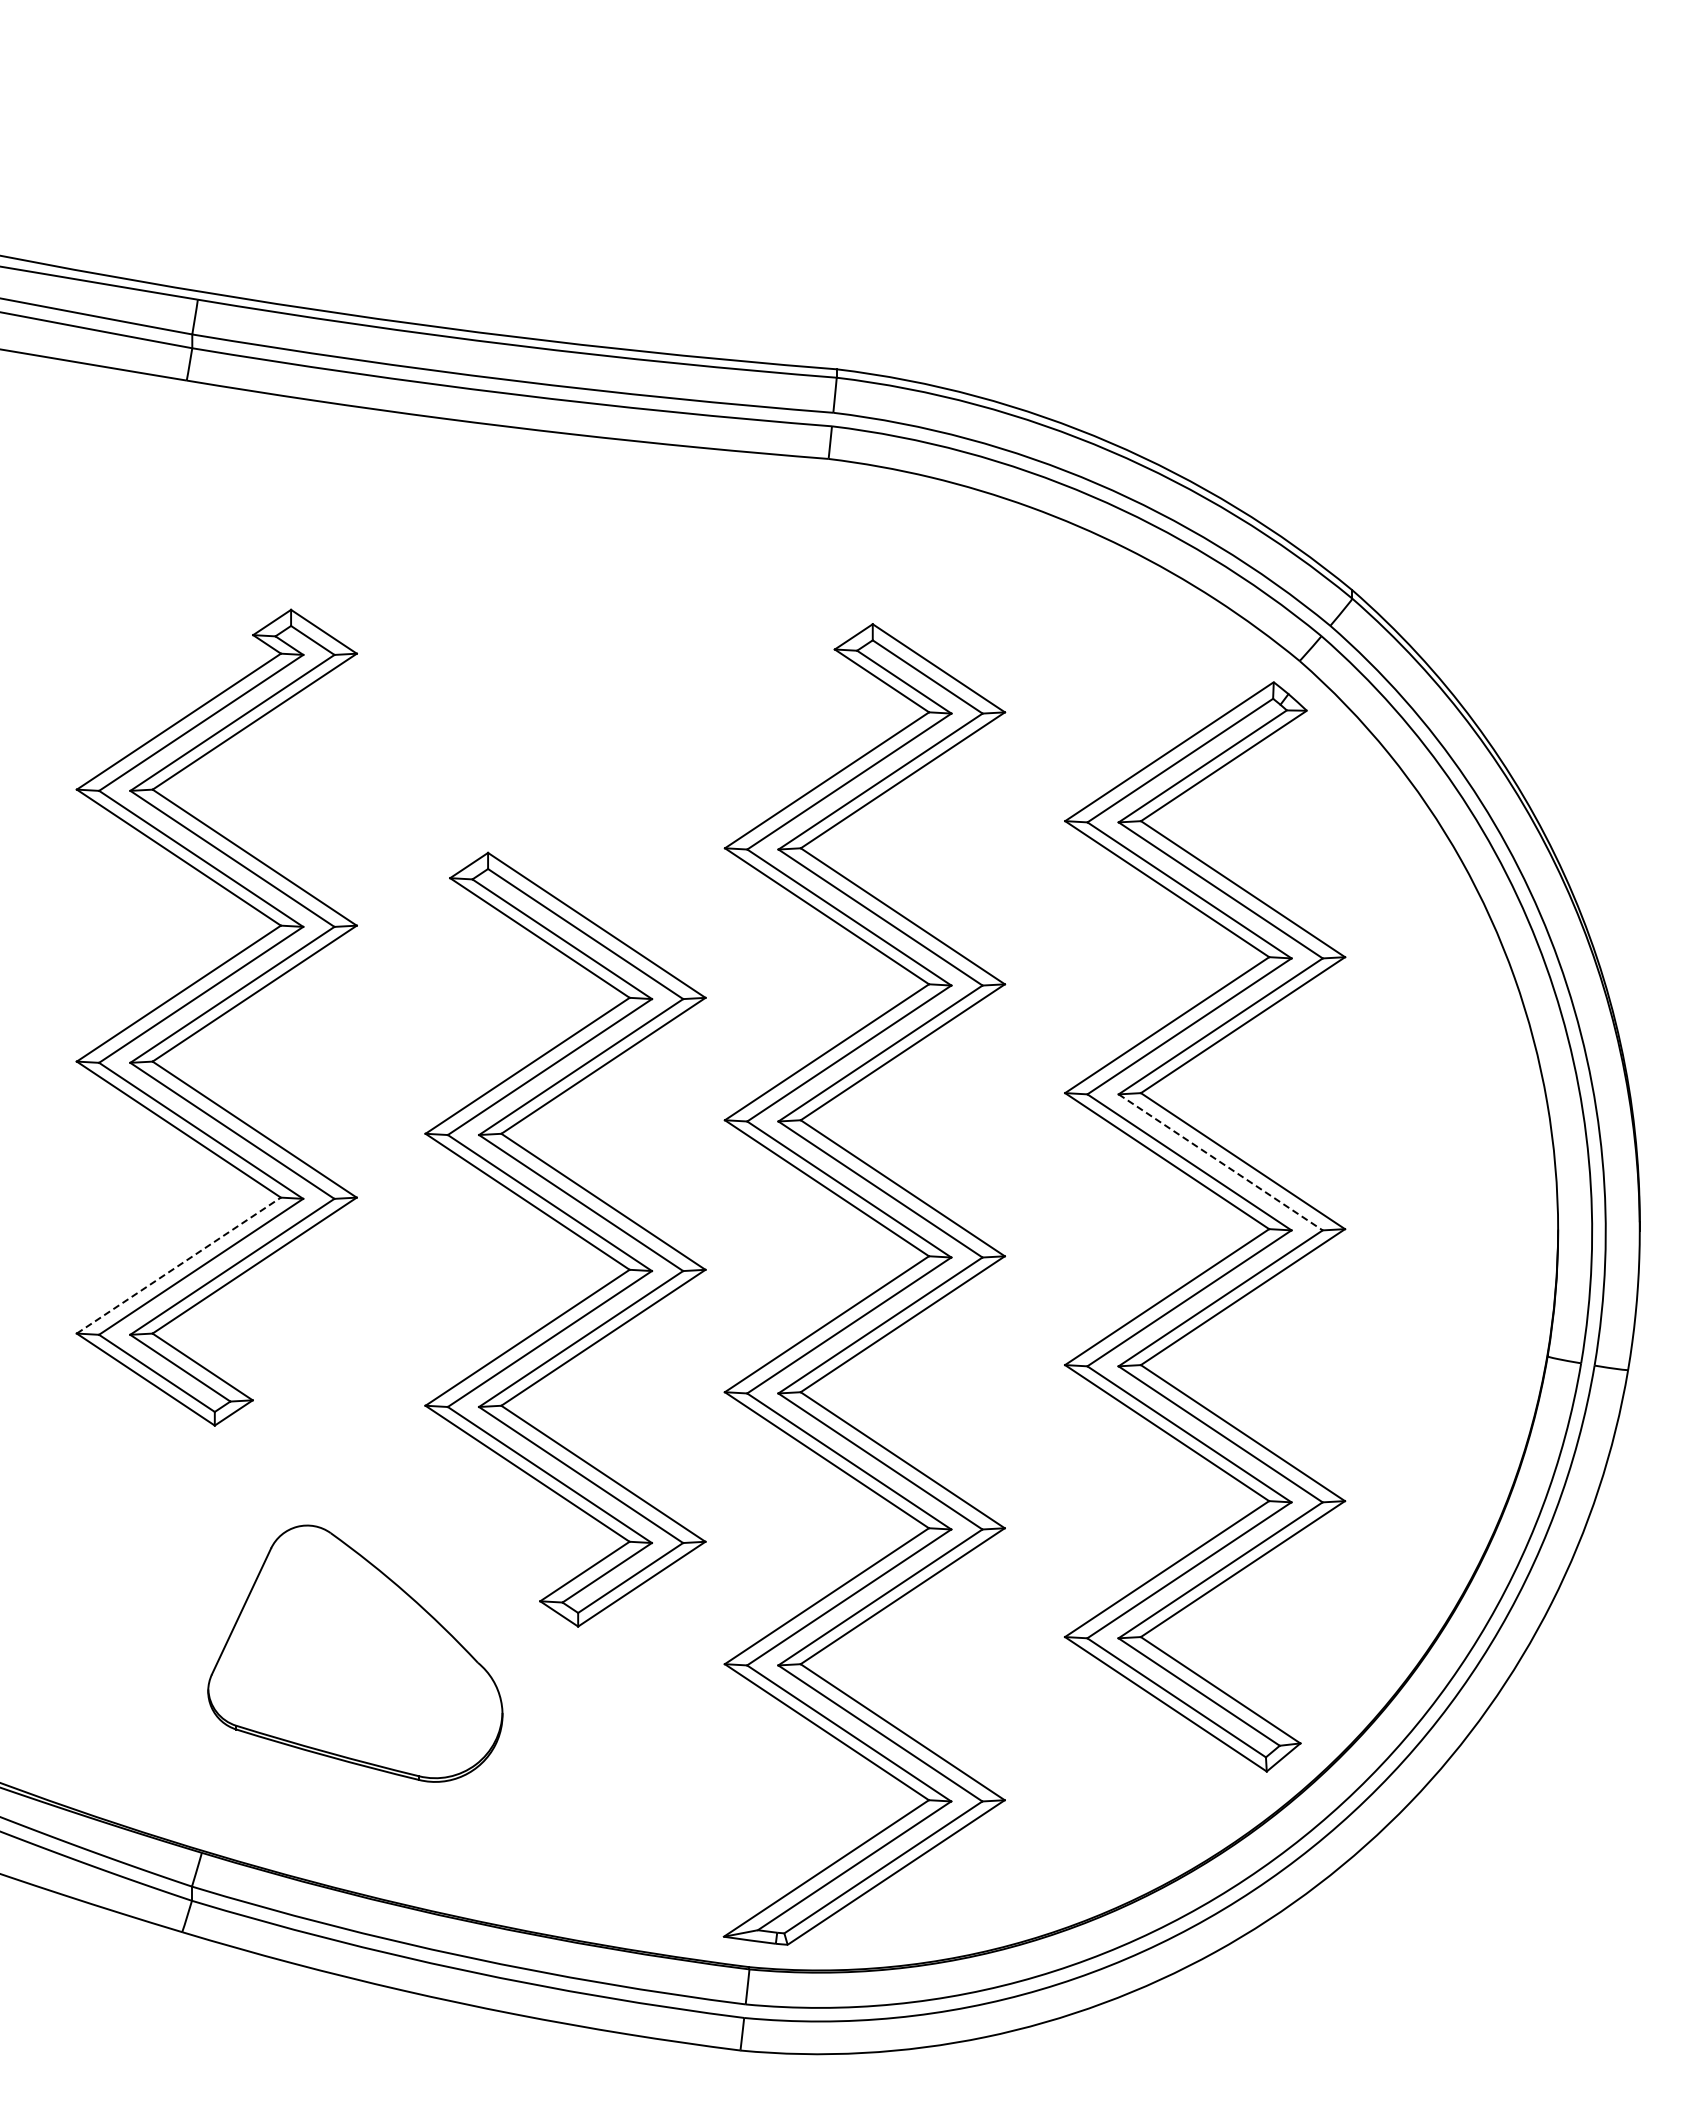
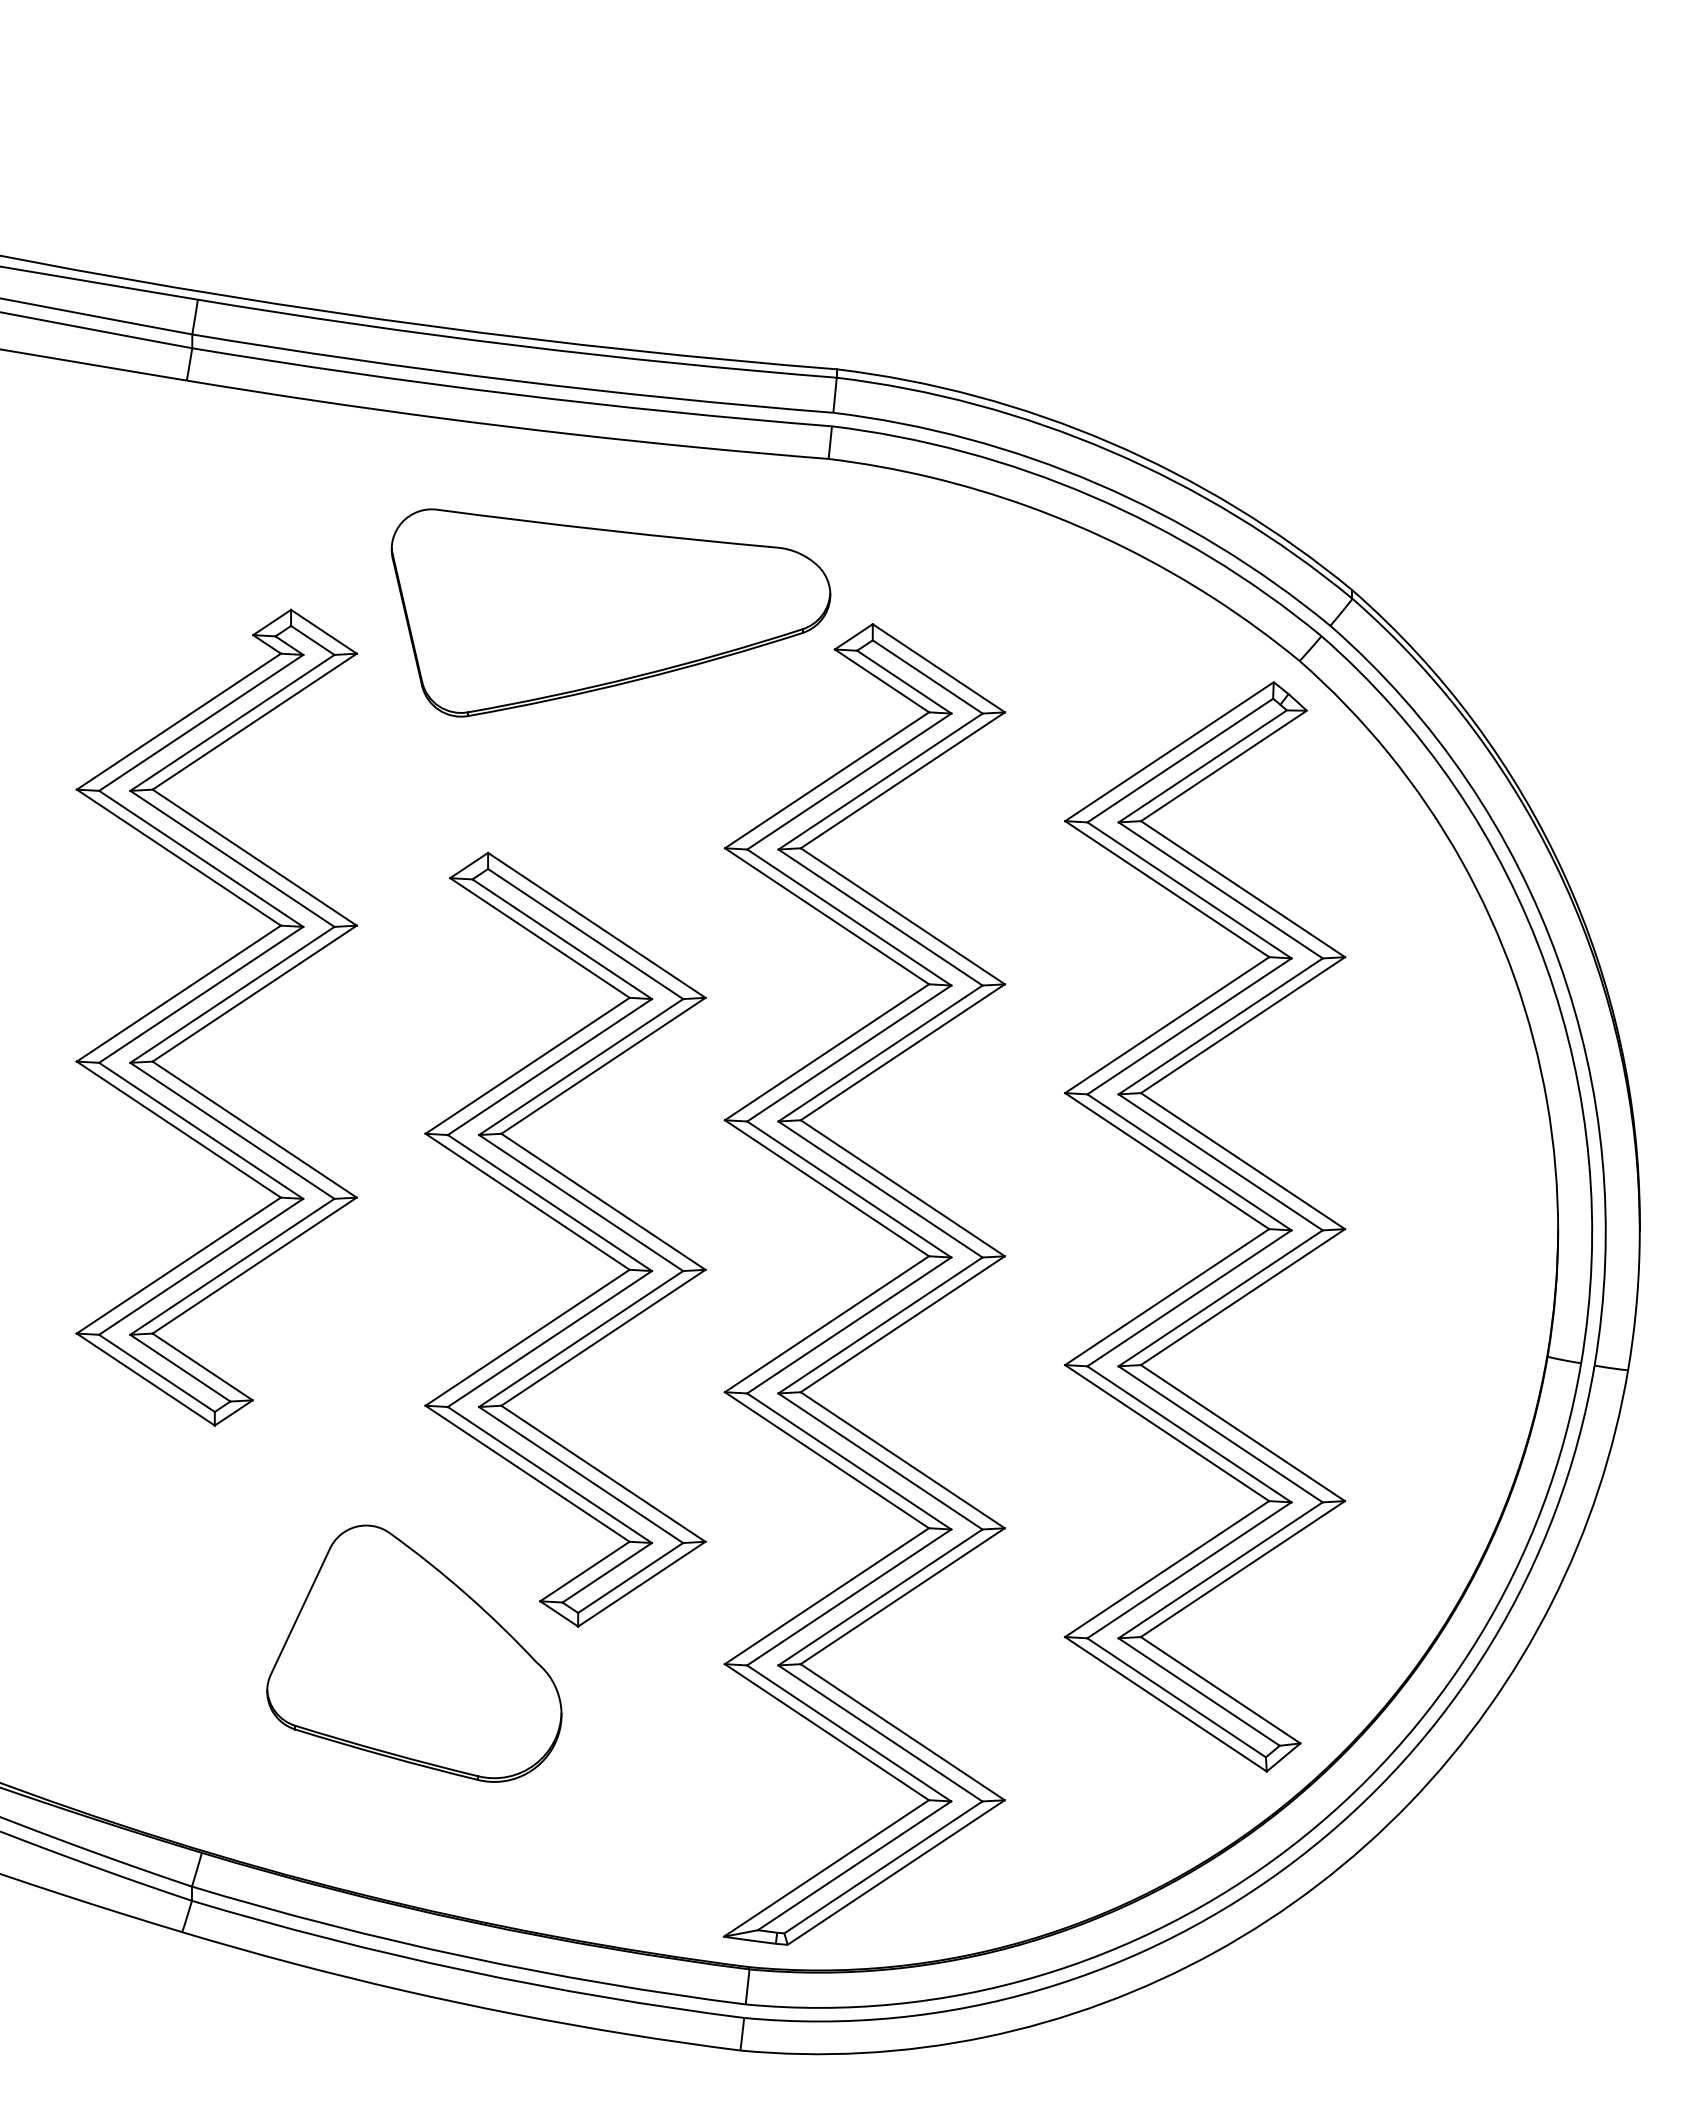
part at (610, 612): none -> present
line at (1220, 1162): dashed -> solid
line at (178, 1265): dashed -> solid
part at (355, 1653) position: (355, 1653) -> (414, 1653)
